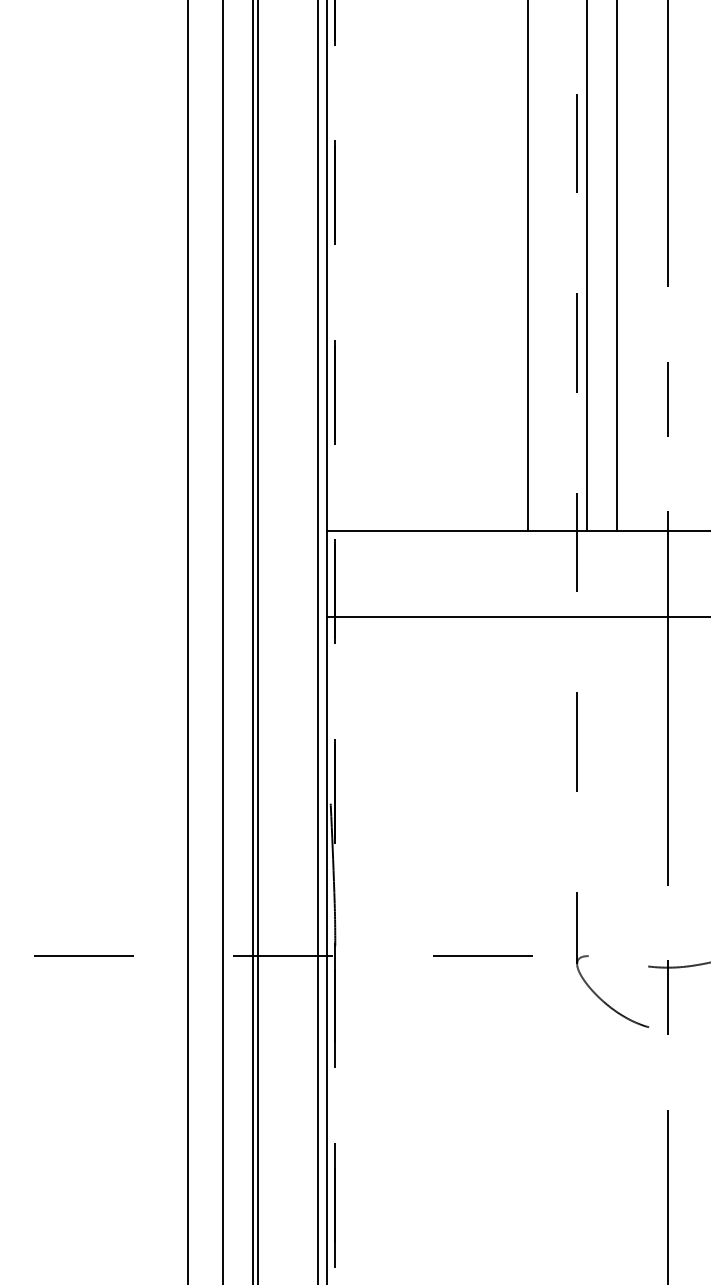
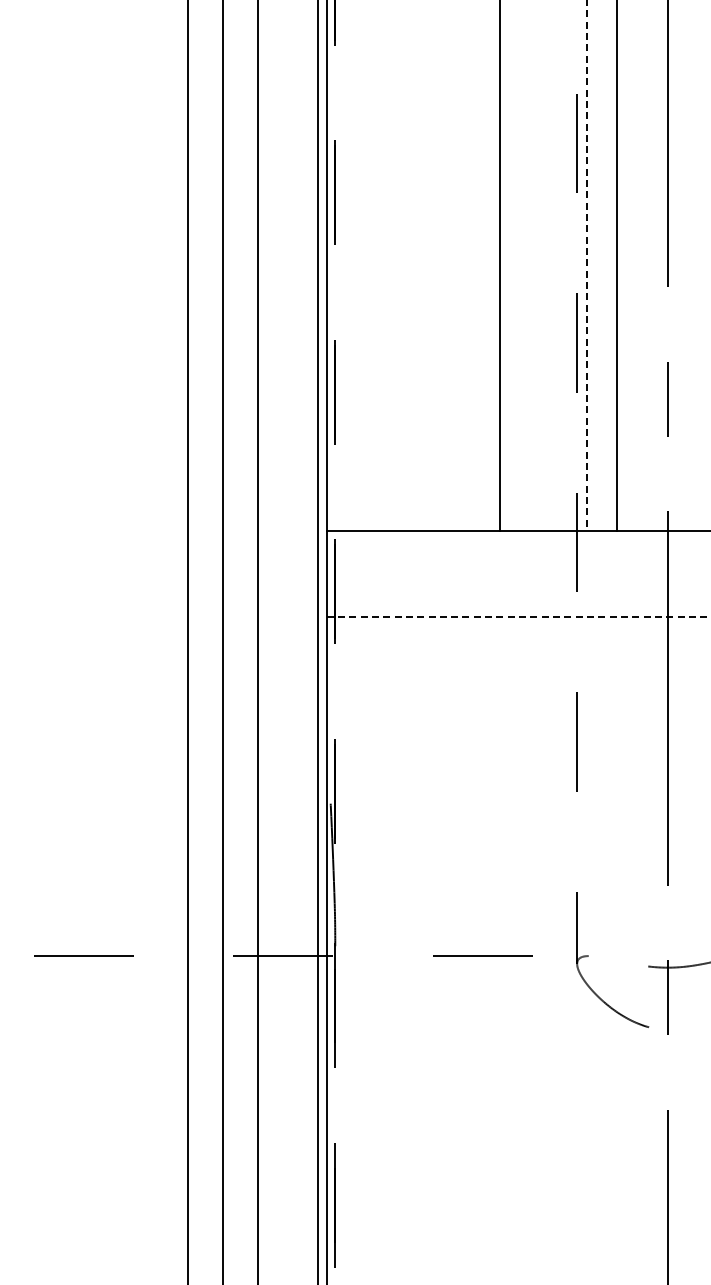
line at (586, 265): solid -> dashed
line at (527, 266) position: (527, 266) -> (499, 266)
line at (518, 617): solid -> dashed
line at (253, 641): present -> none
